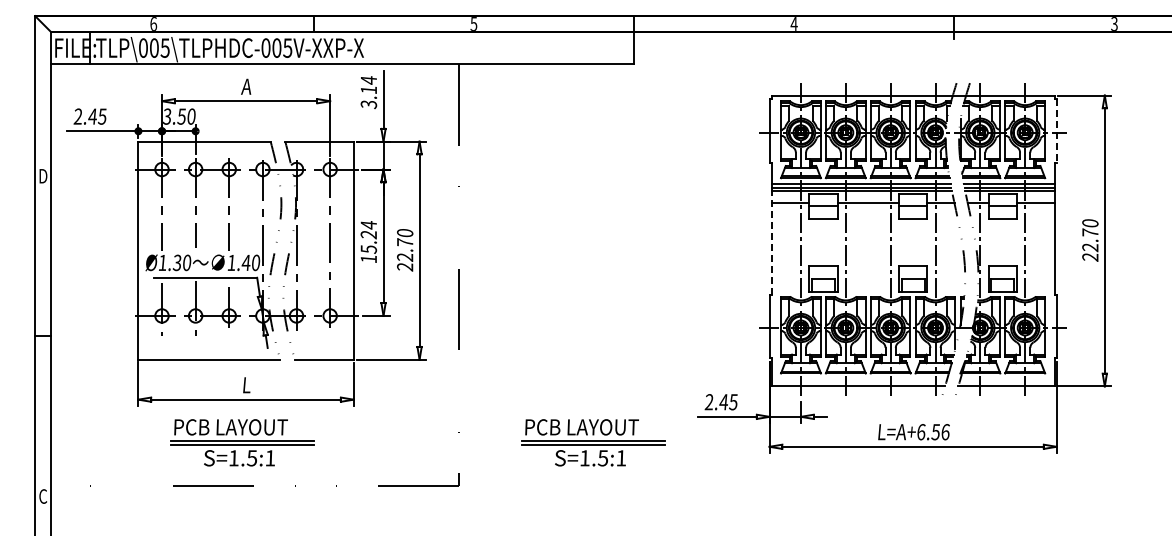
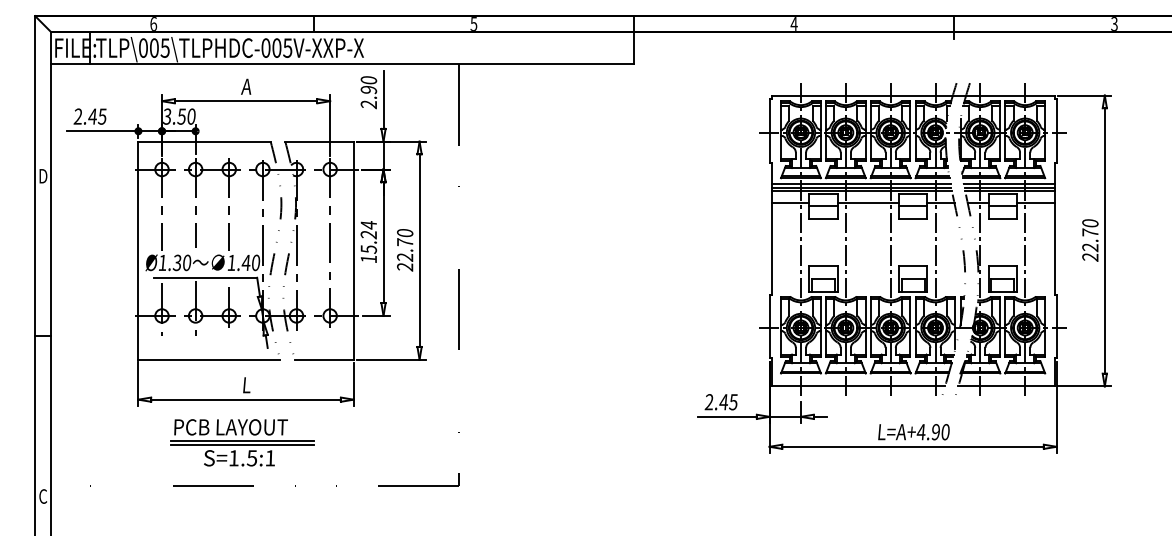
text at (368, 92): 3.14 -> 2.90
line at (1056, 131): dashed -> solid
line at (771, 242): dashed -> solid
text at (932, 432): L=A+6.56 -> L=A+4.90
part at (593, 442): present -> none
